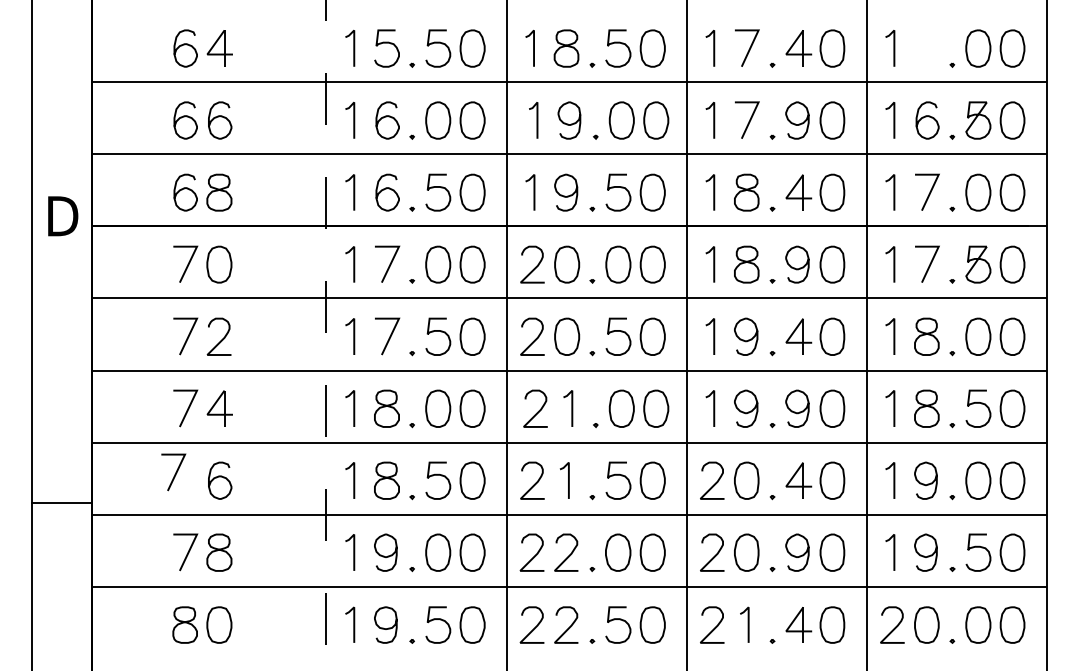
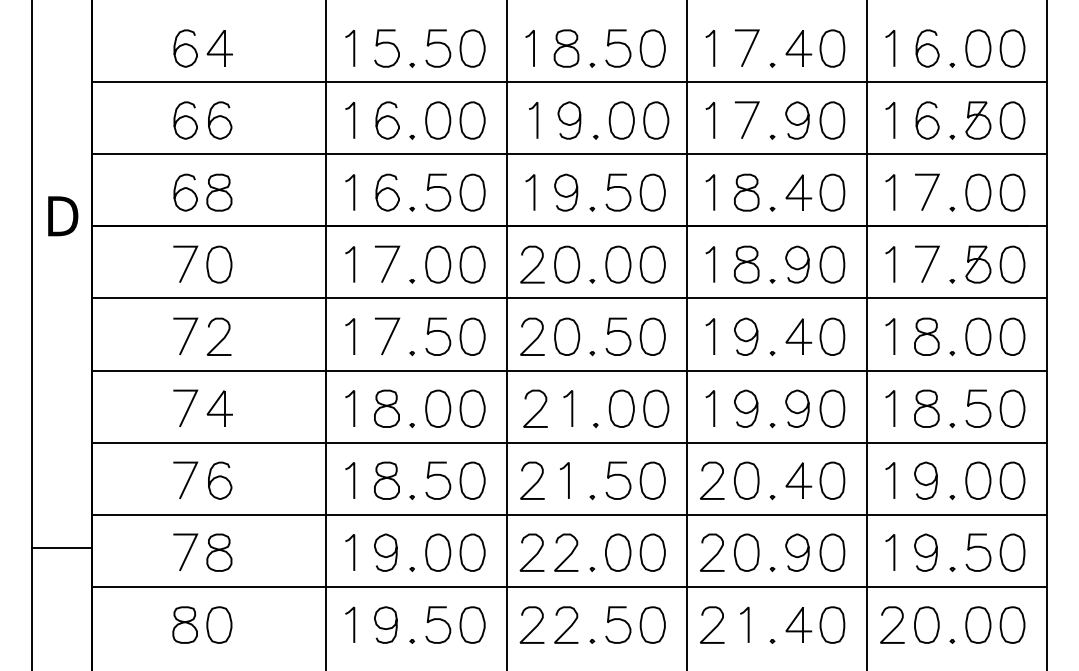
curve at (927, 45): none -> present
line at (326, 335): dashed -> solid
line at (175, 472) position: (175, 472) -> (187, 480)
line at (62, 503) position: (62, 503) -> (62, 548)
